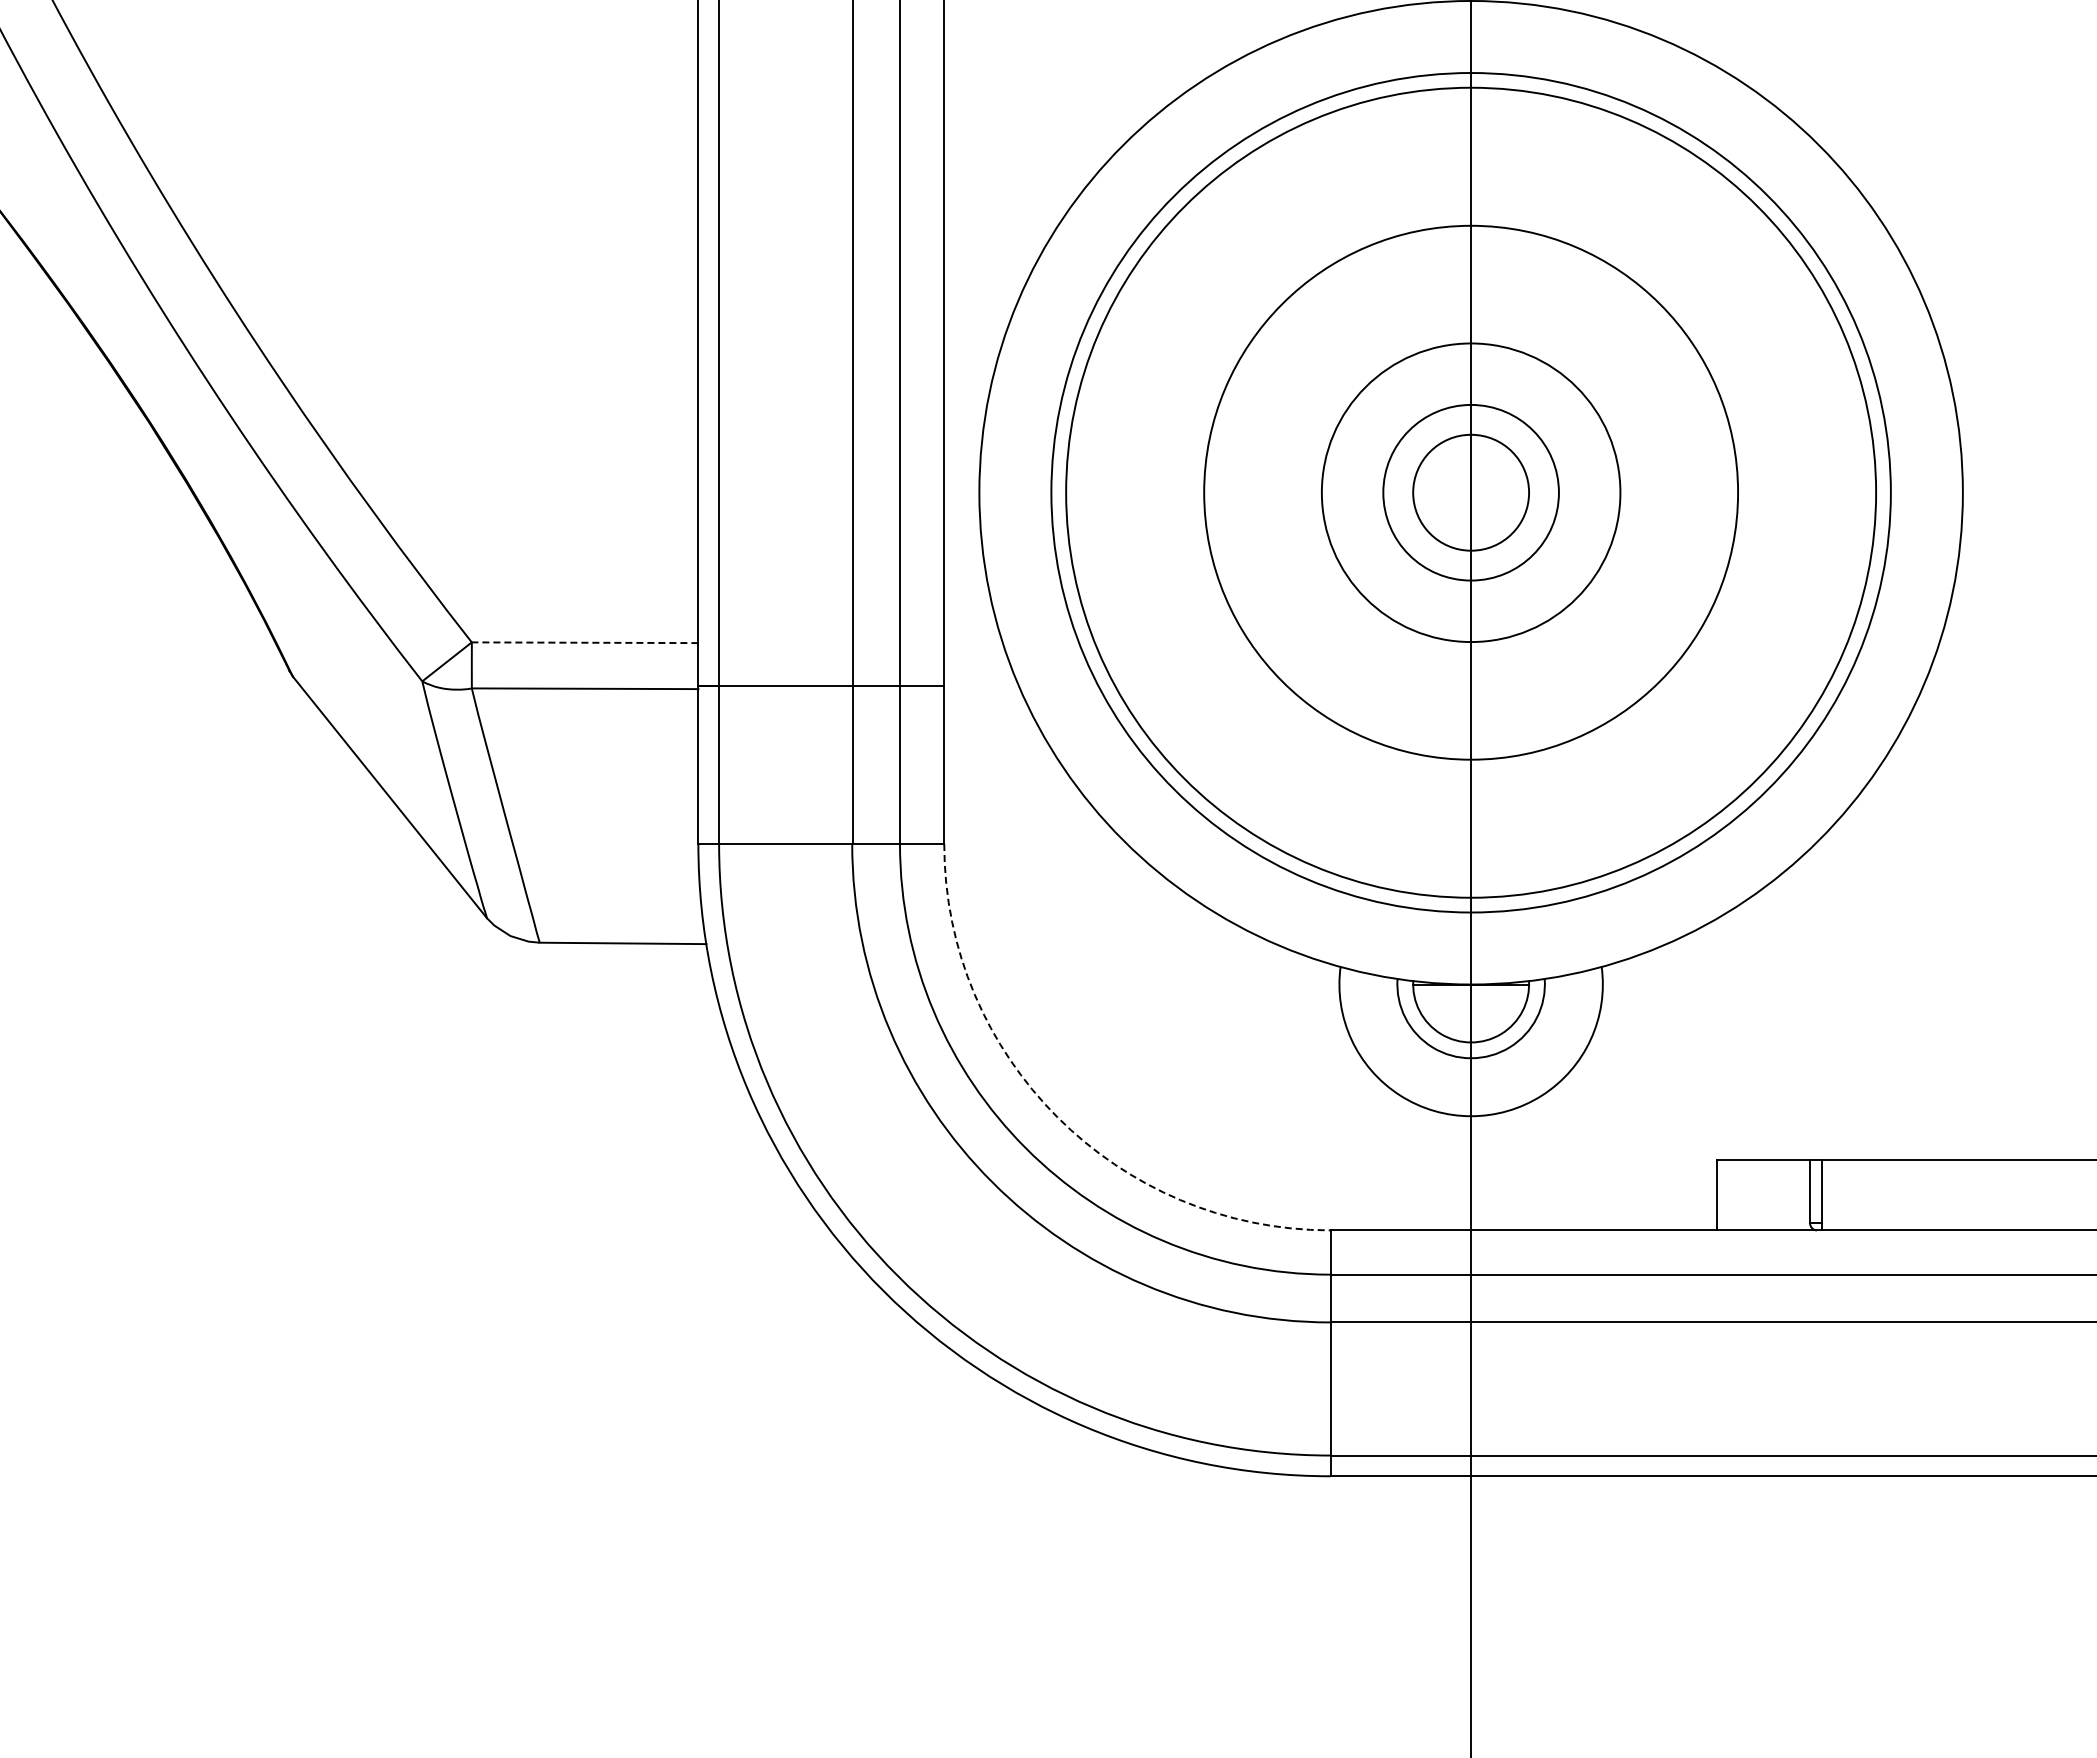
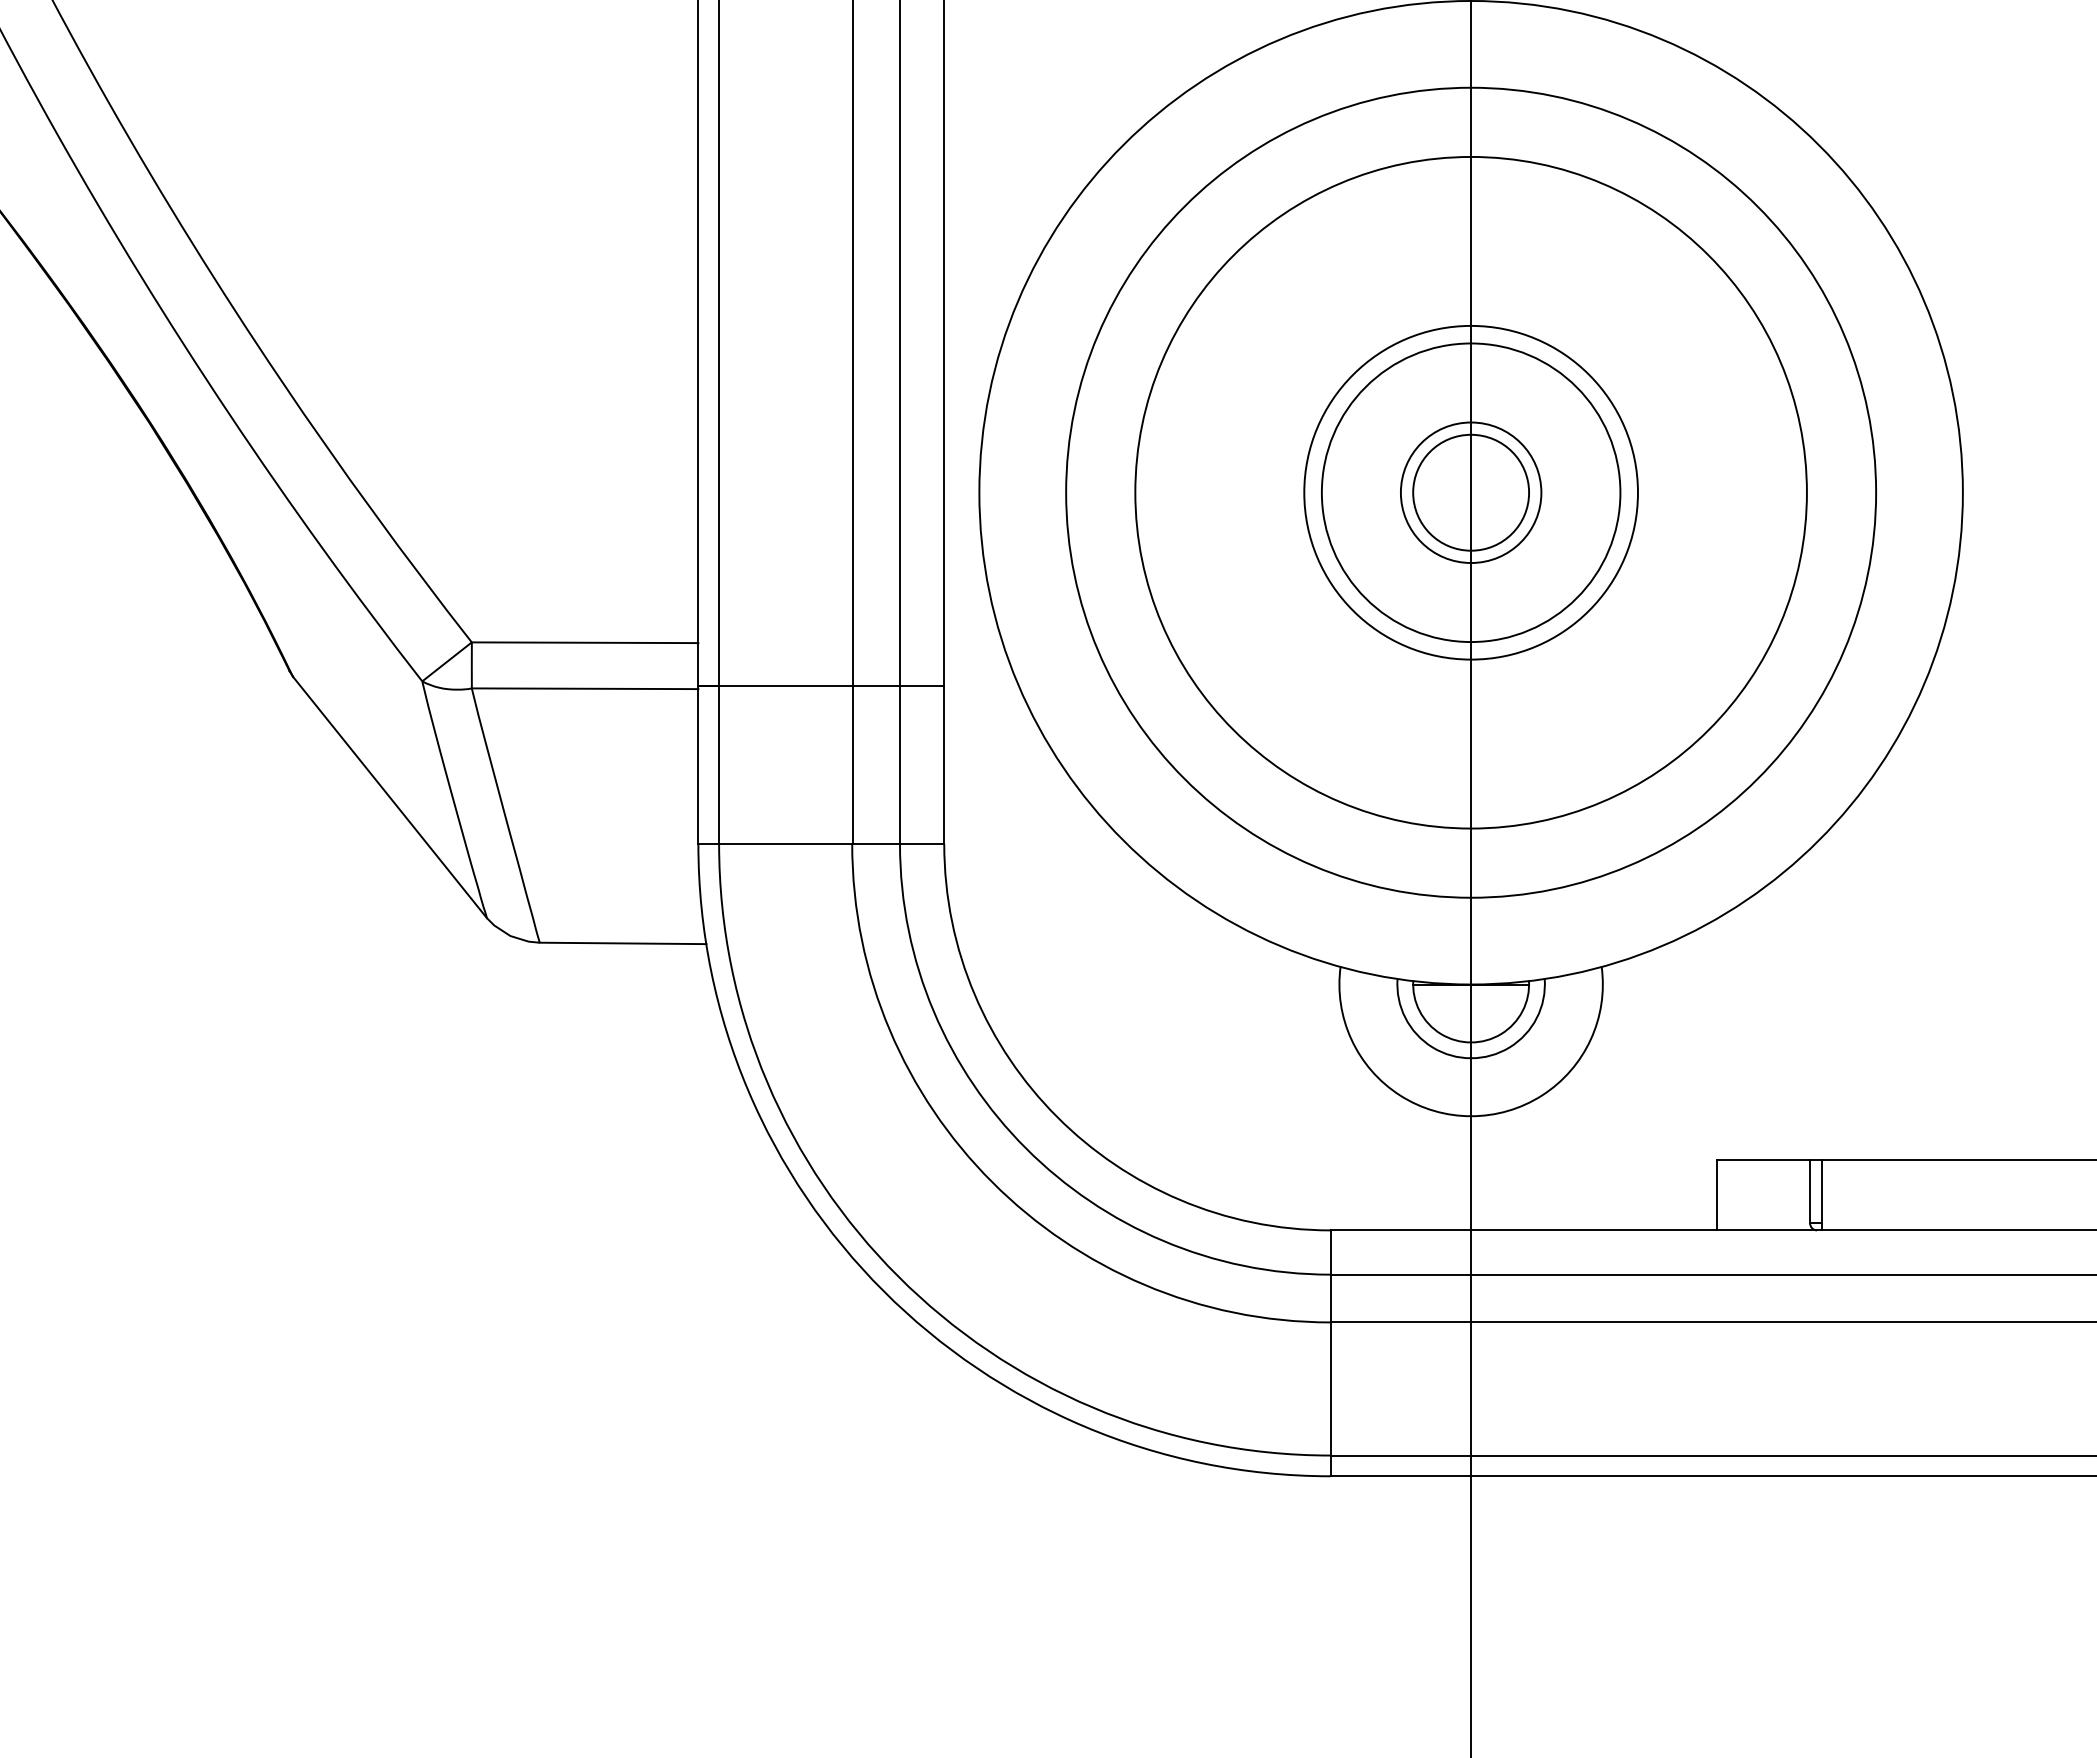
circle at (1470, 492) diameter: 176 px -> 141 px
circle at (1470, 492) diameter: 839 px -> 672 px
circle at (1471, 492) diameter: 534 px -> 334 px
line at (584, 642): dashed -> solid
arc at (1057, 1117): dashed -> solid
